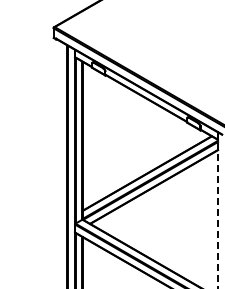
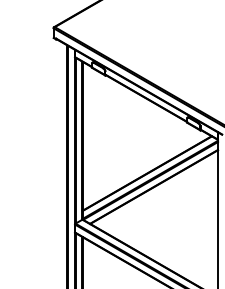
line at (218, 210): dashed -> solid
